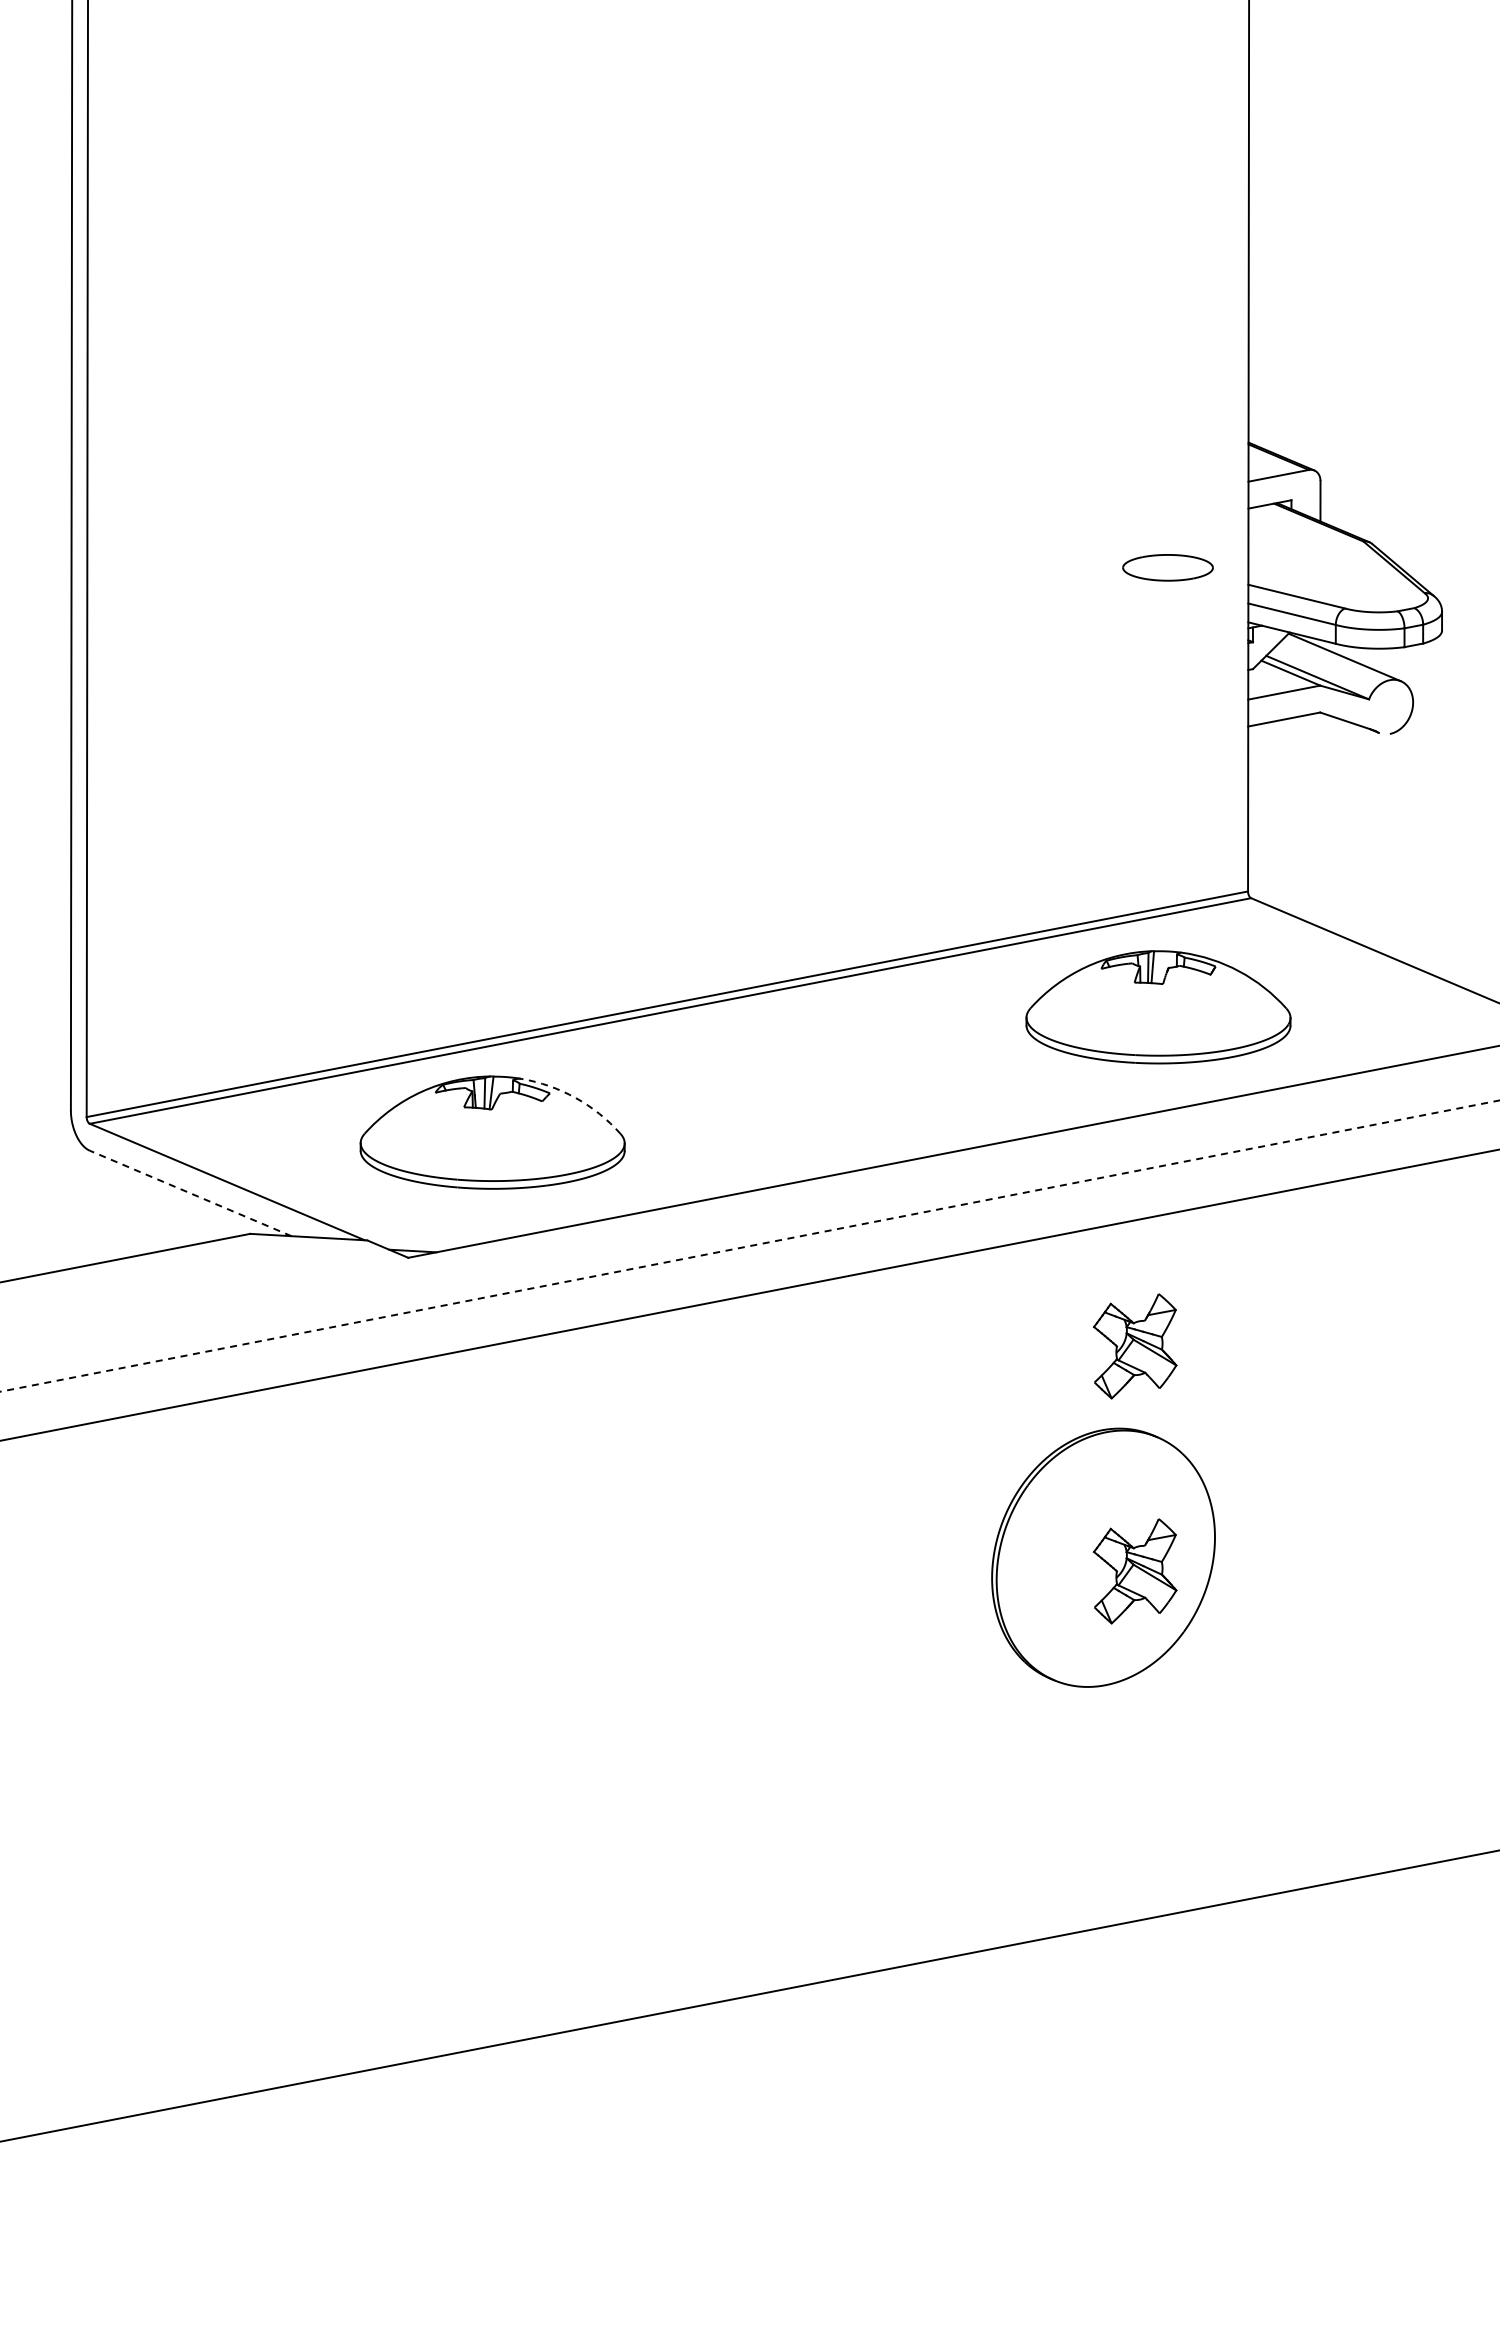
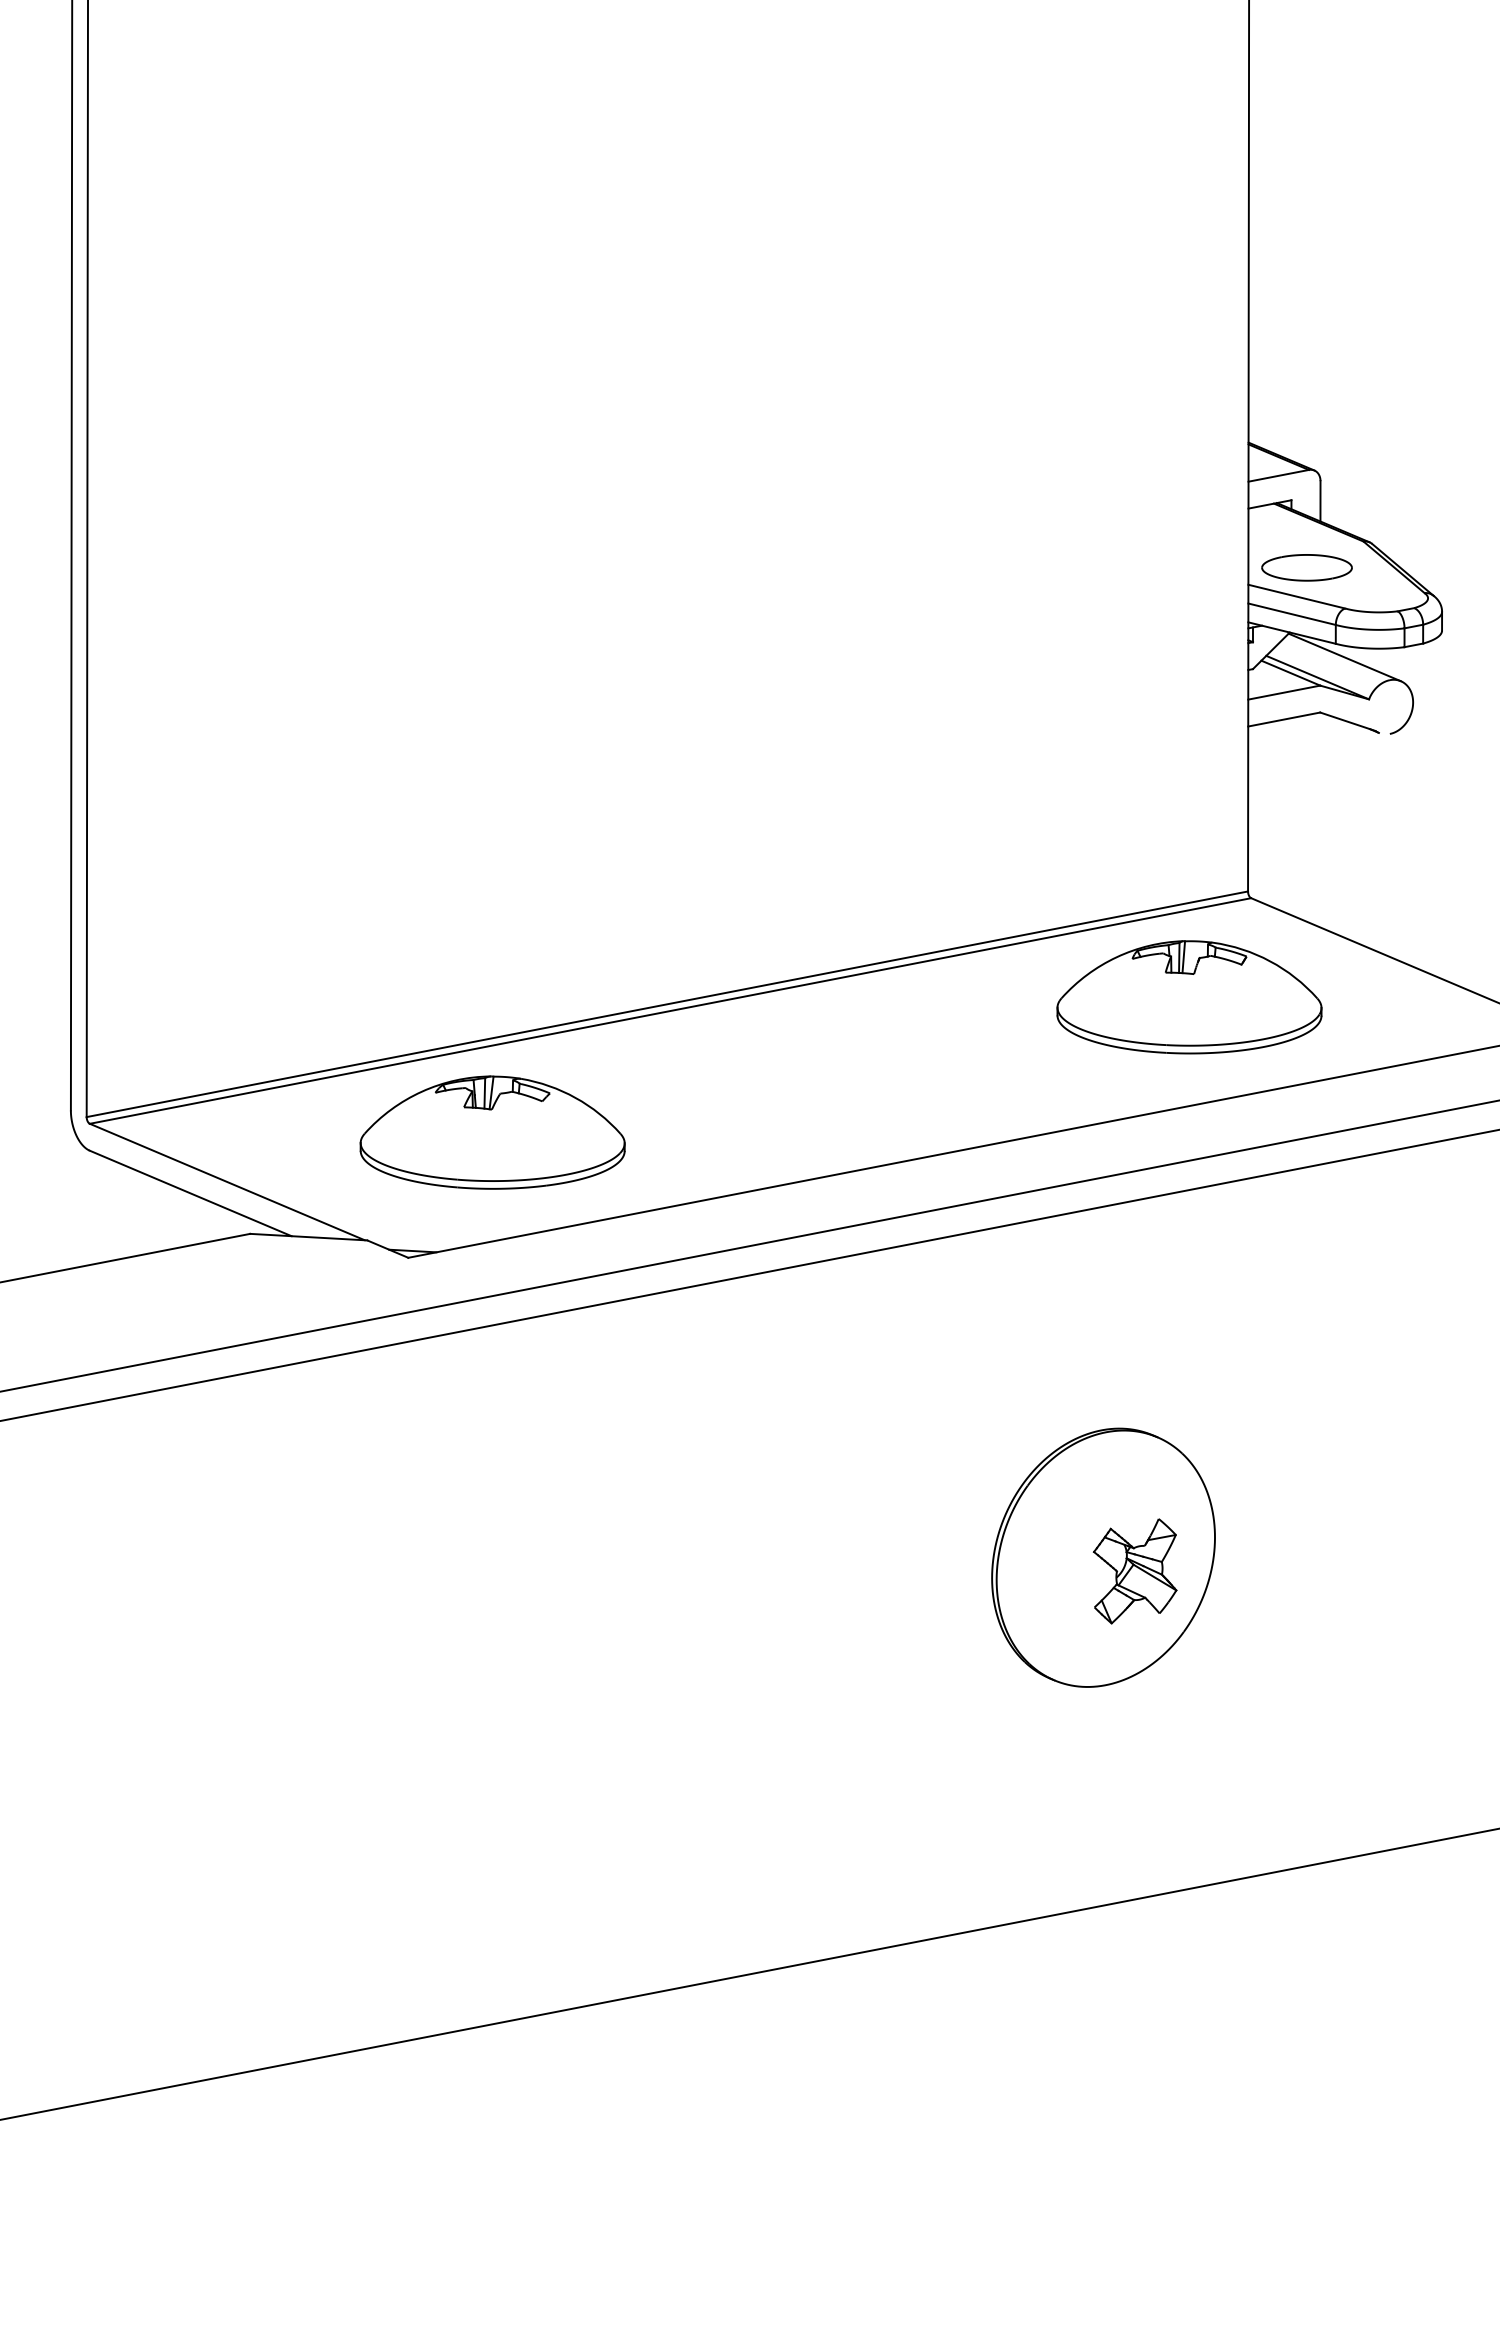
part at (1167, 567) position: (1167, 567) -> (1306, 567)
part at (1158, 1007) position: (1158, 1007) -> (1189, 997)
arc at (575, 1097): dashed -> solid
line at (190, 1193): dashed -> solid
line at (749, 1246): dashed -> solid
line at (749, 1295) position: (749, 1295) -> (749, 1275)
part at (1134, 1346): present -> none
line at (749, 1995) position: (749, 1995) -> (749, 1974)
